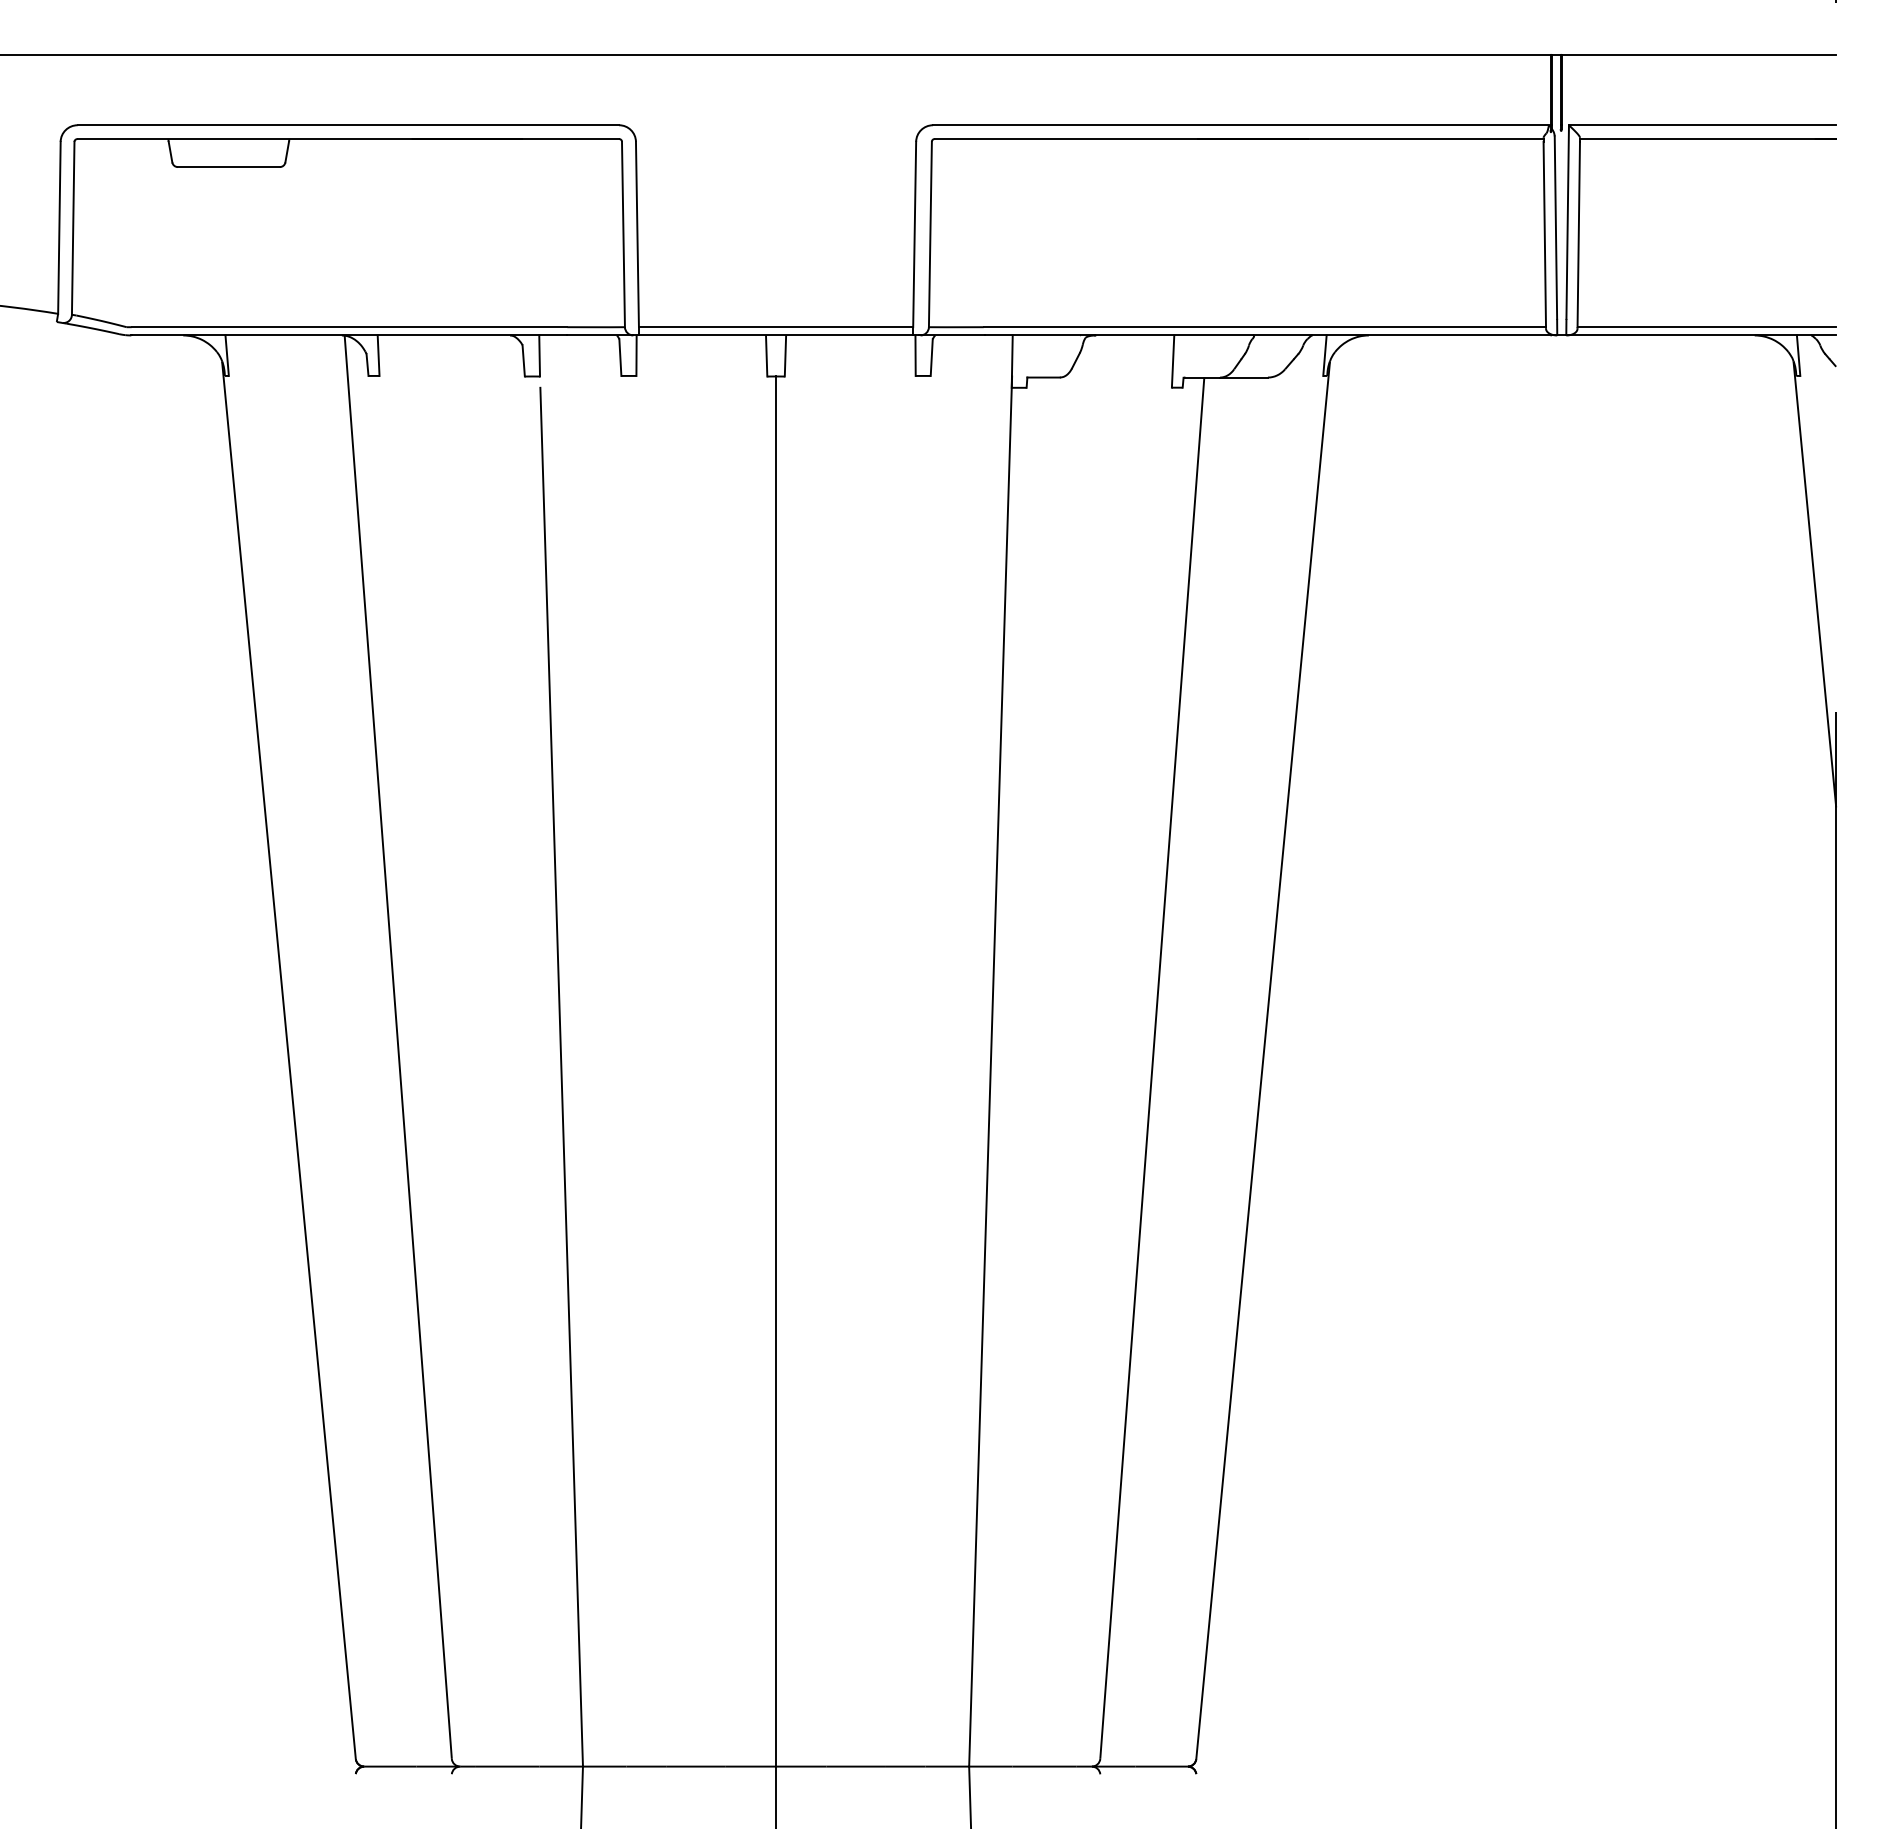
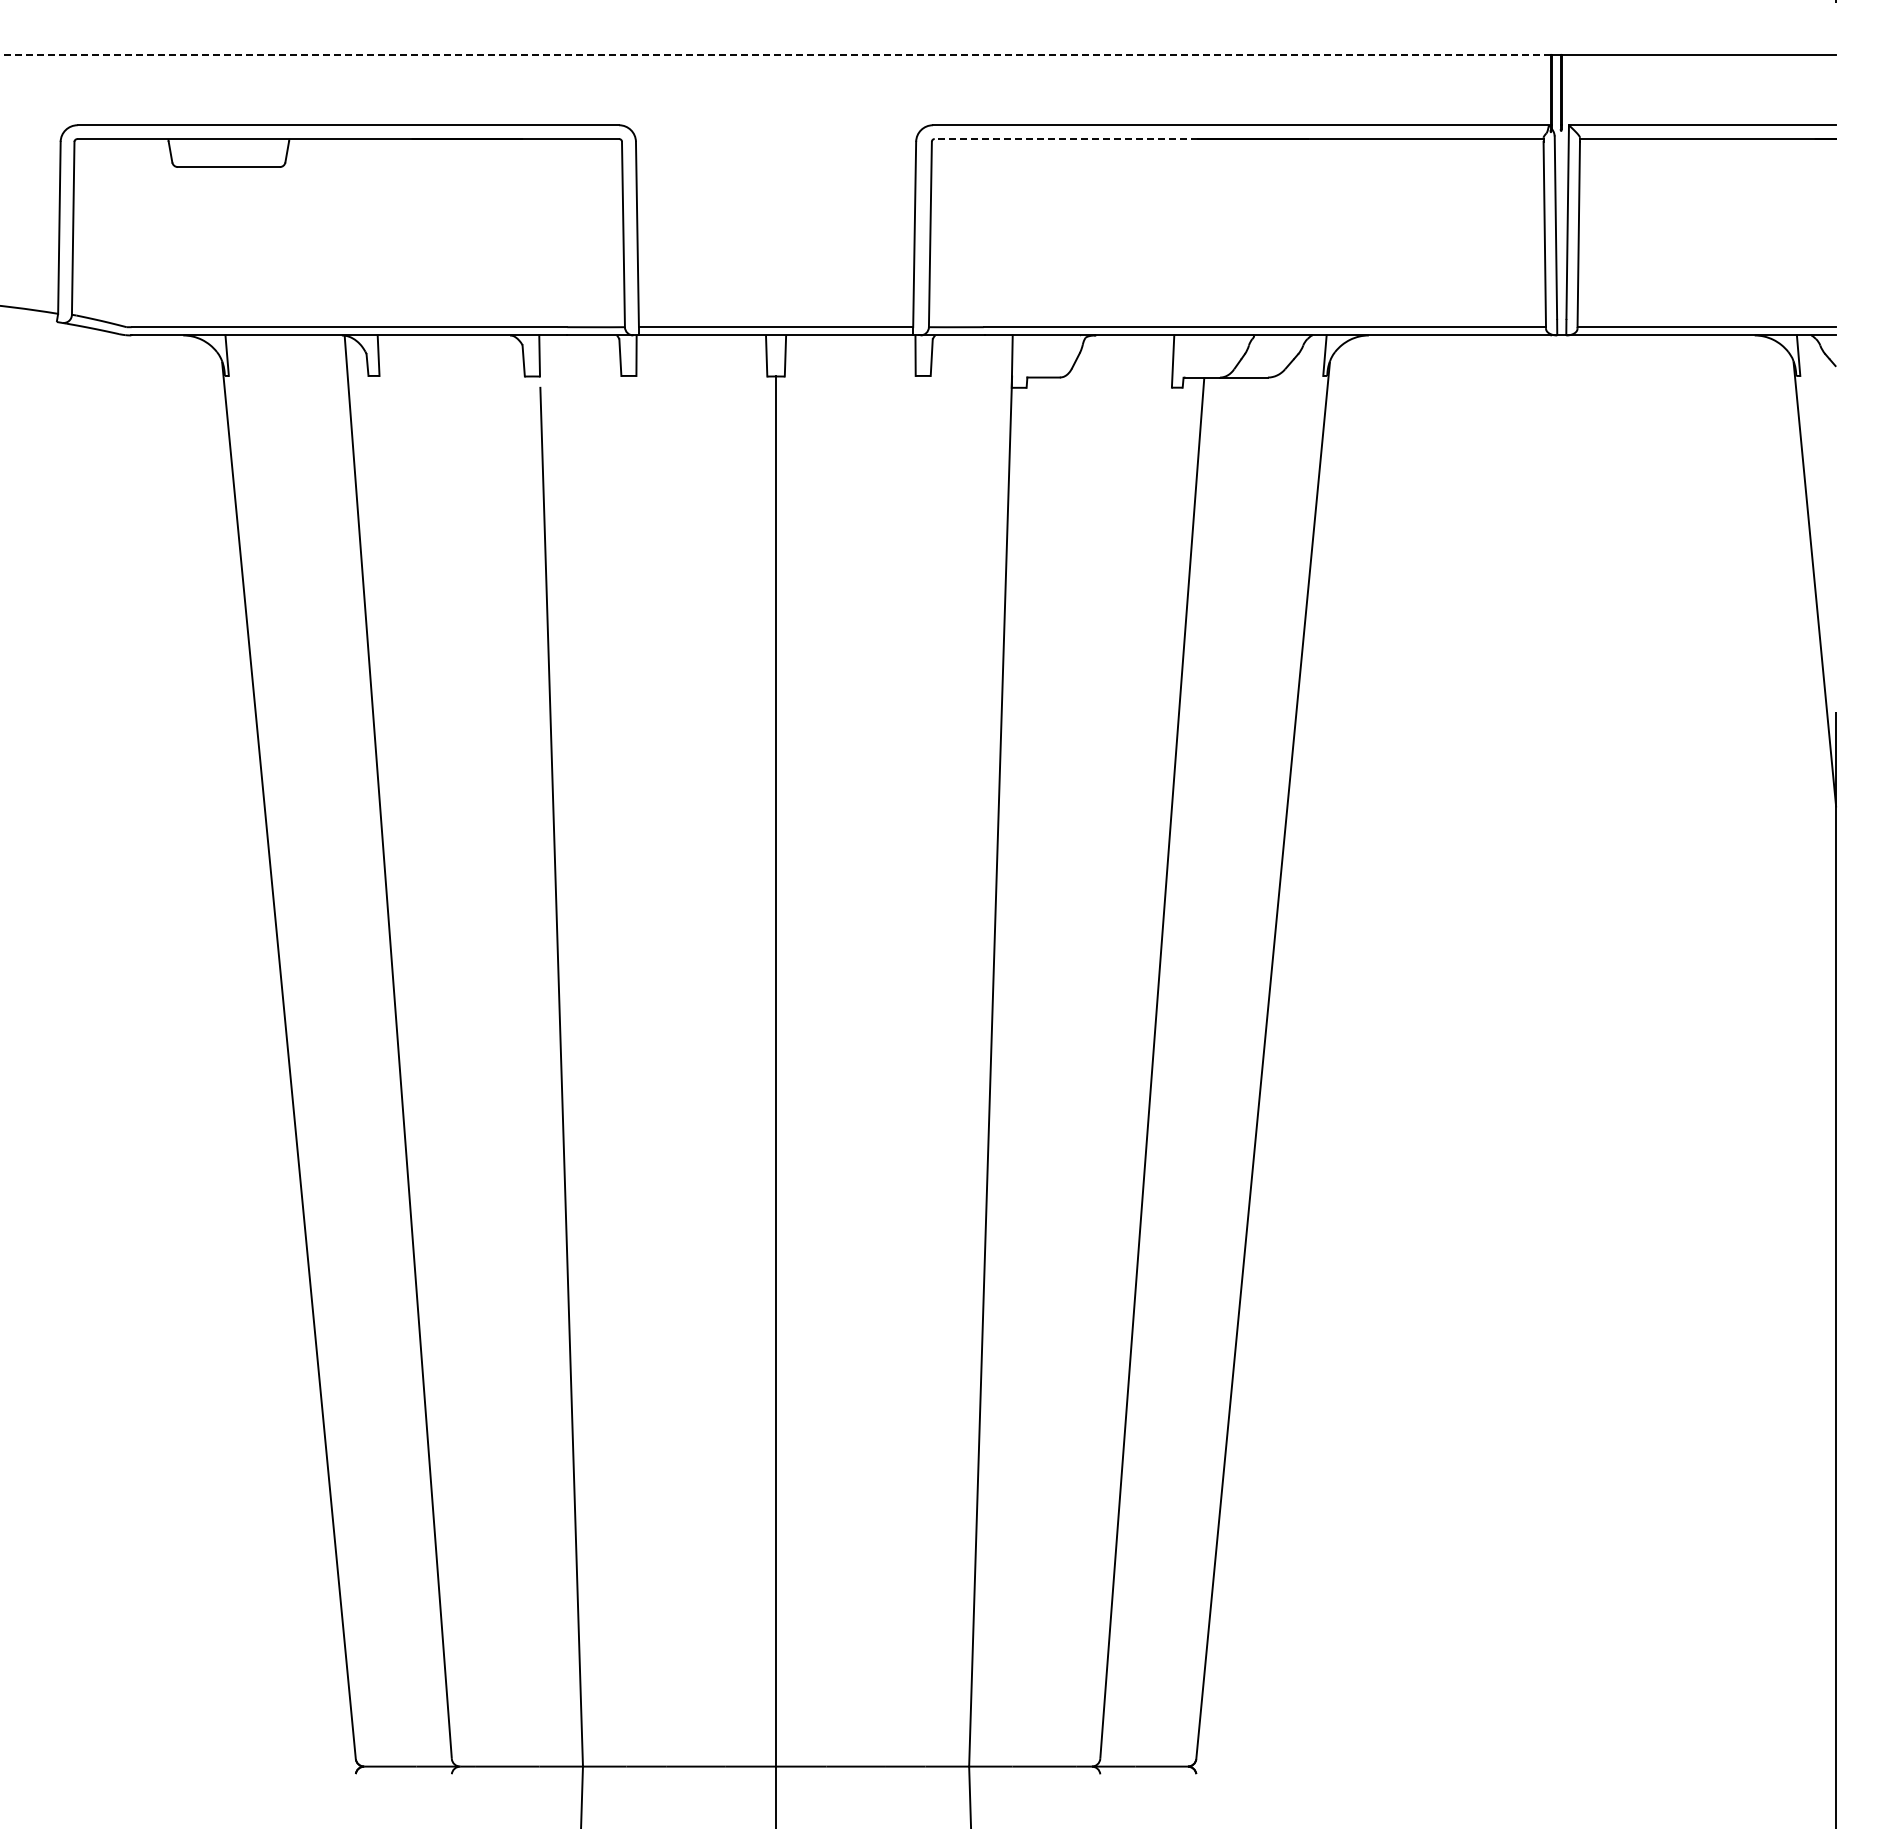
line at (774, 54): solid -> dashed
line at (1066, 139): solid -> dashed
